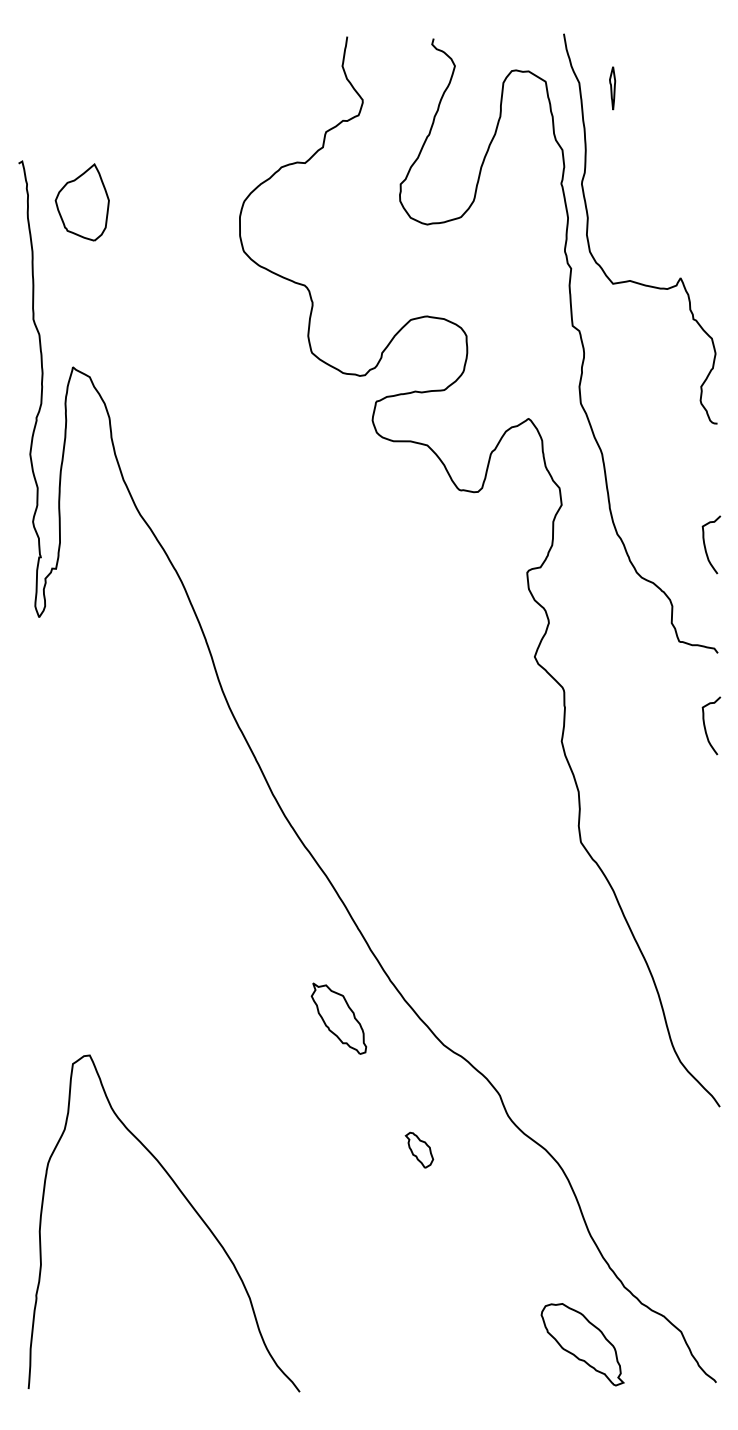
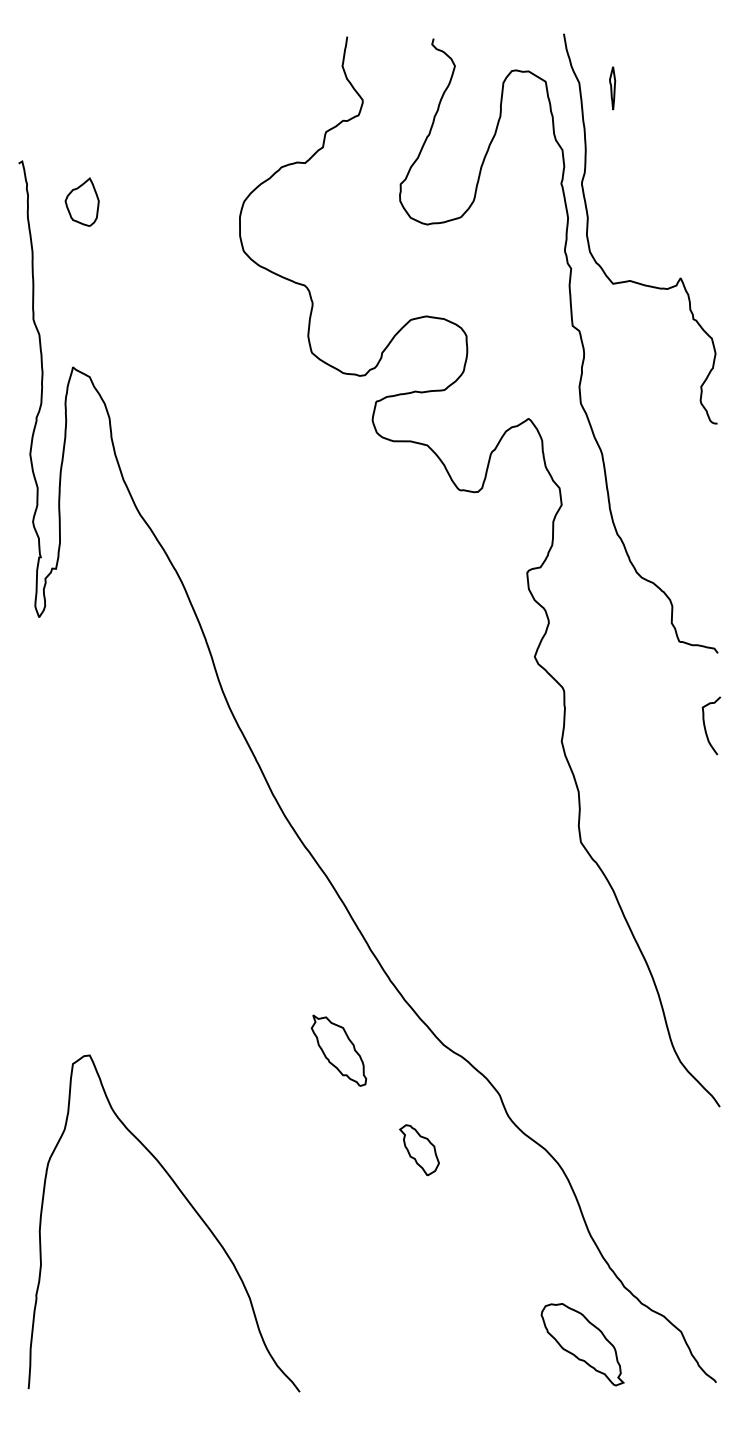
part at (81, 202) size: 56x79 px -> 36x50 px
curve at (705, 544): present -> none
part at (338, 1018) position: (338, 1018) -> (338, 1050)
part at (419, 1149) size: 31x38 px -> 41x53 px
